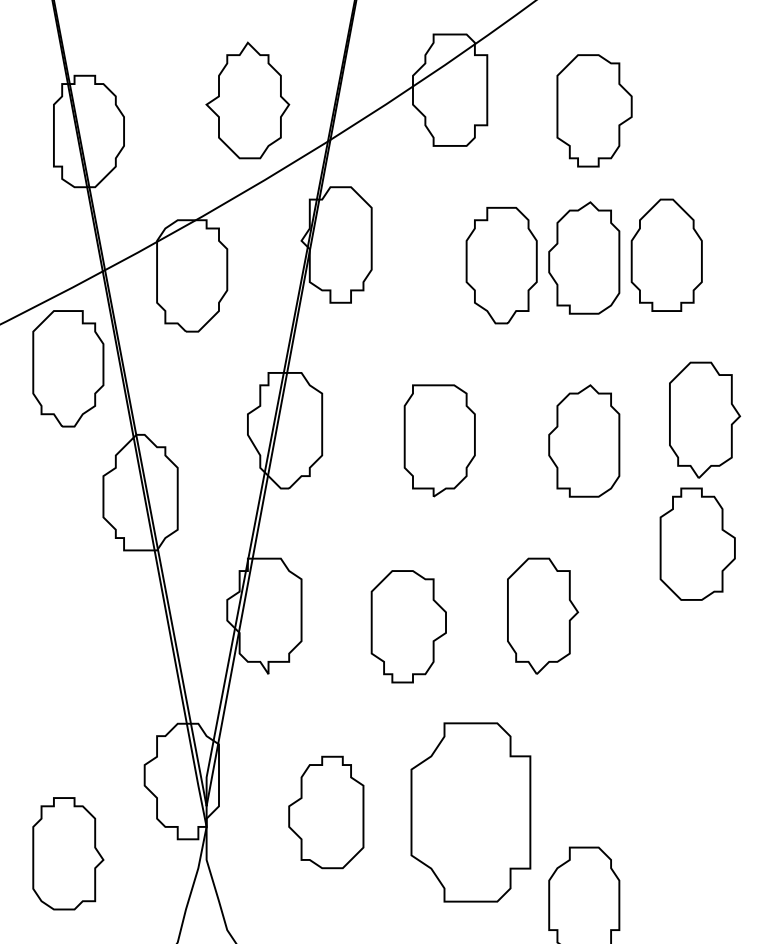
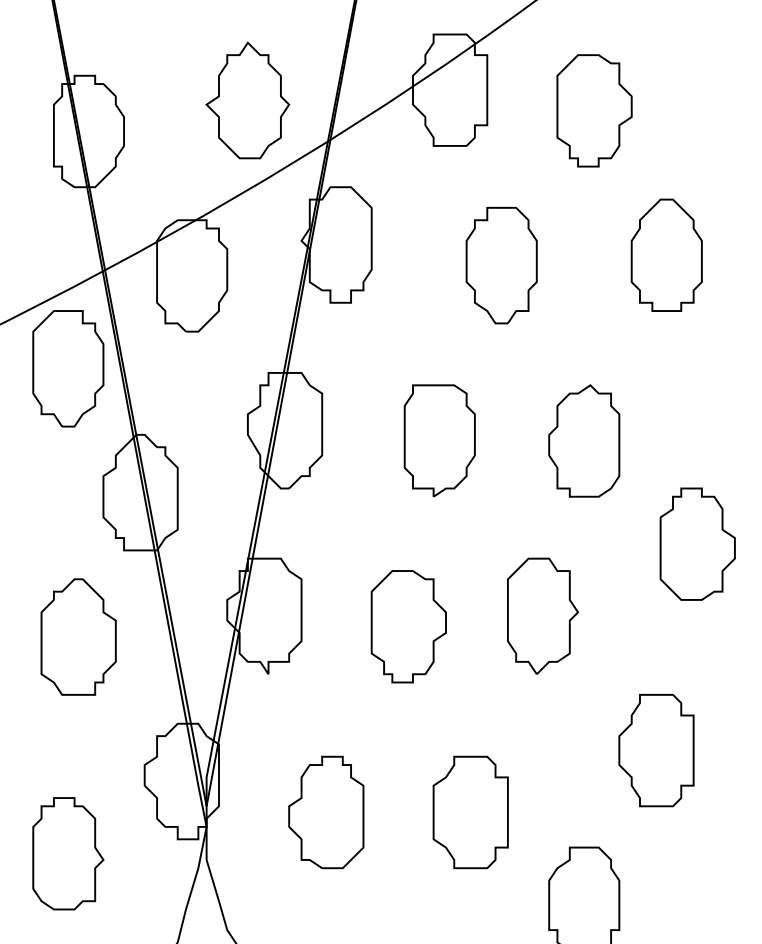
part at (584, 257): present -> none
part at (705, 419): present -> none
part at (78, 636): none -> present
part at (656, 750): none -> present
part at (470, 812) size: 122x181 px -> 77x115 px
